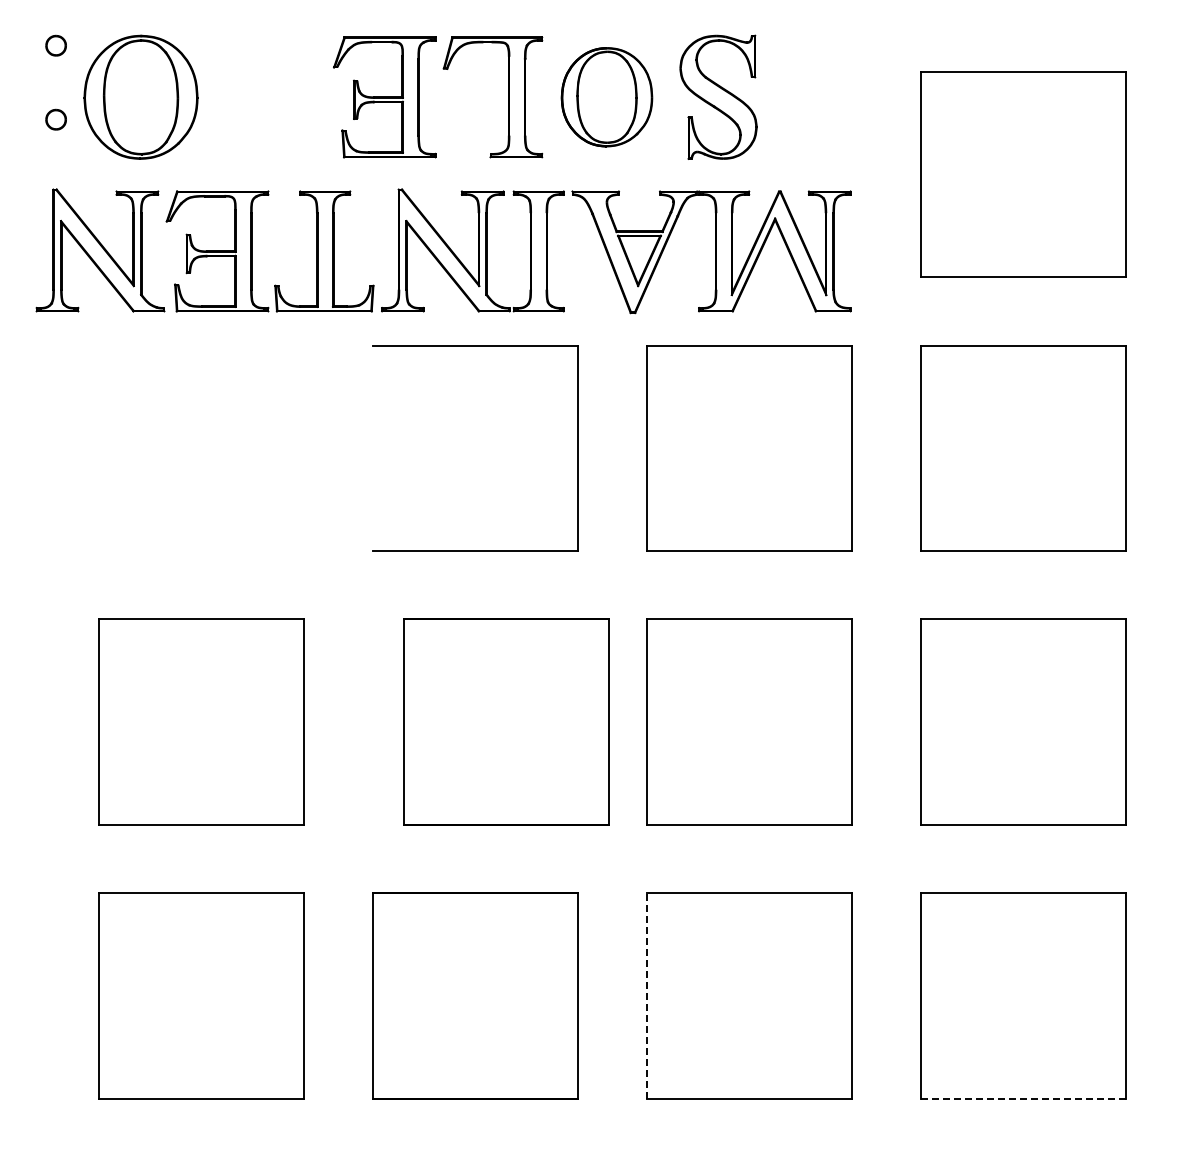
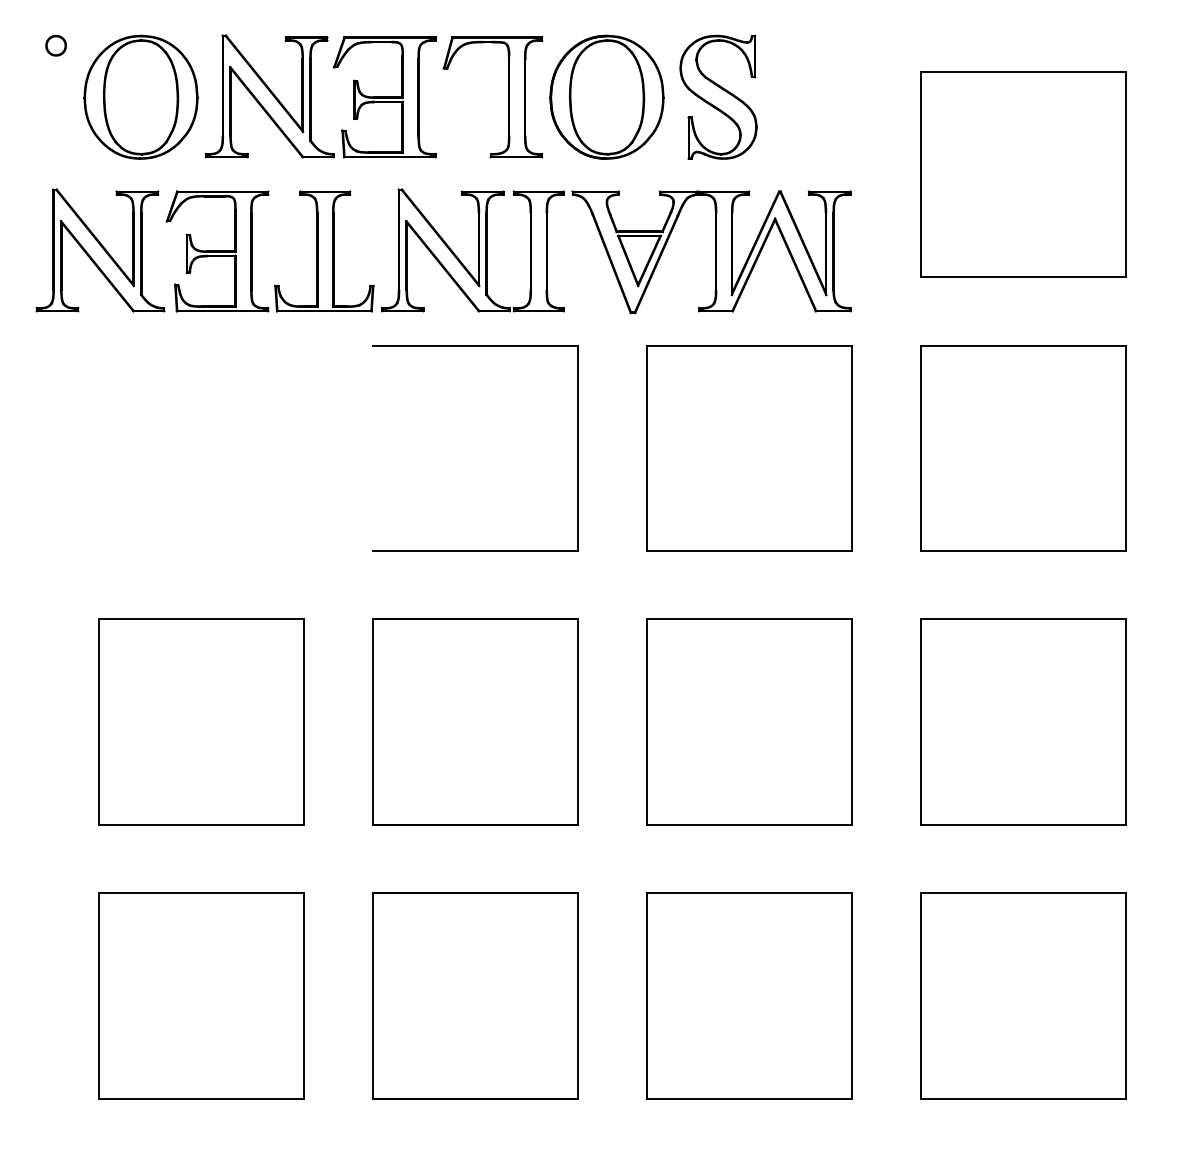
part at (269, 96): none -> present
part at (606, 97) size: 94x101 px -> 116x126 px
part at (55, 119): present -> none
part at (506, 721) position: (506, 721) -> (475, 721)
line at (646, 996): dashed -> solid
line at (1023, 1098): dashed -> solid
